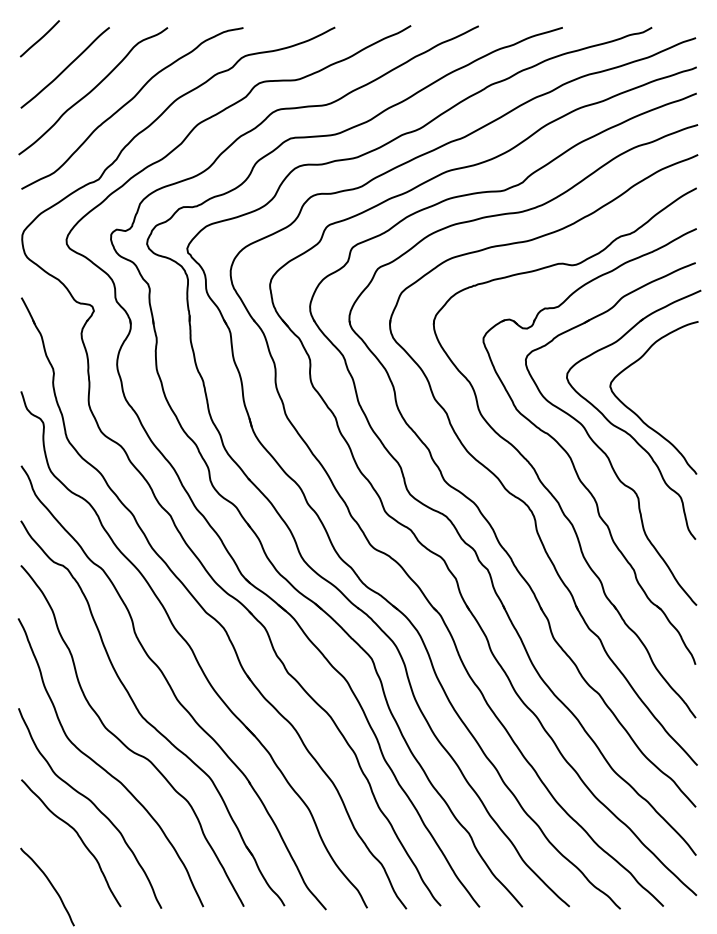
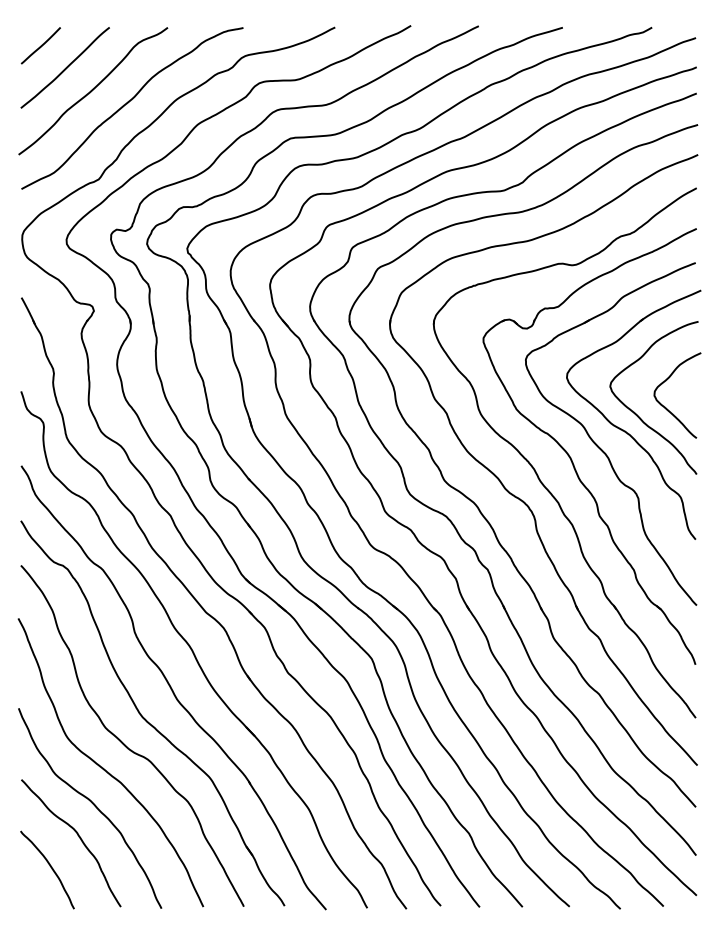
line at (39, 38) position: (39, 38) -> (40, 45)
curve at (665, 406): none -> present
curve at (49, 883) position: (49, 883) -> (49, 866)
